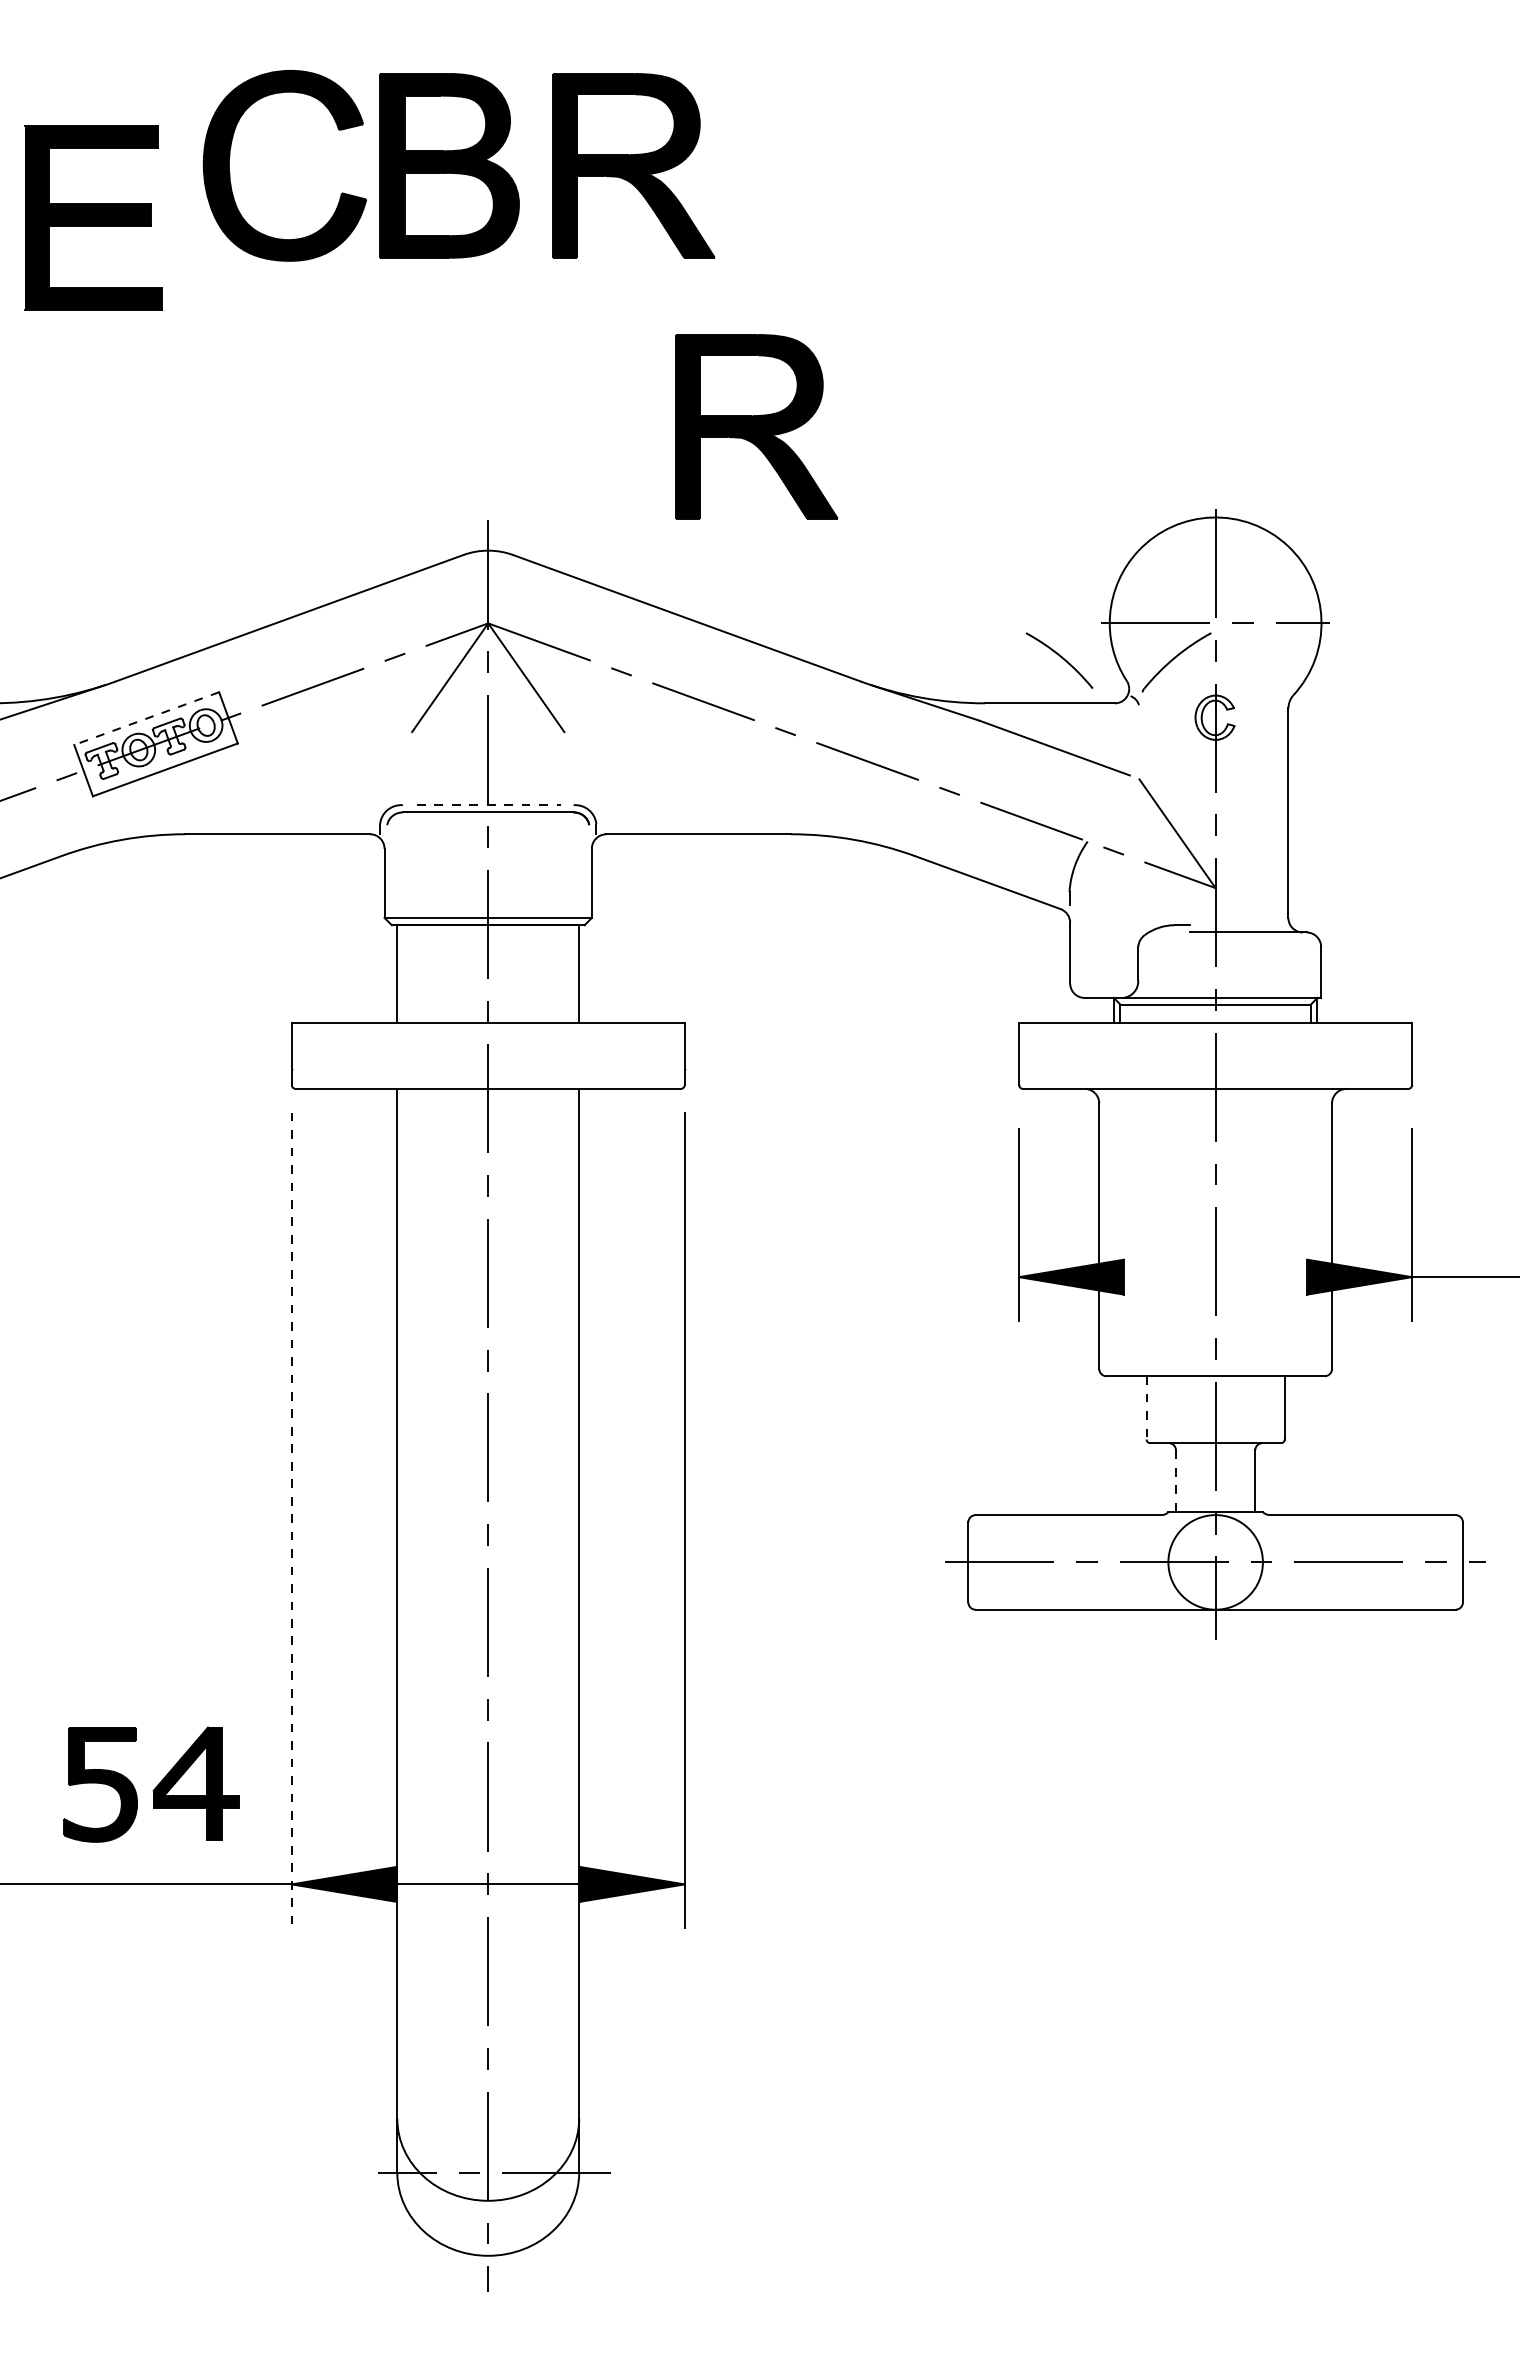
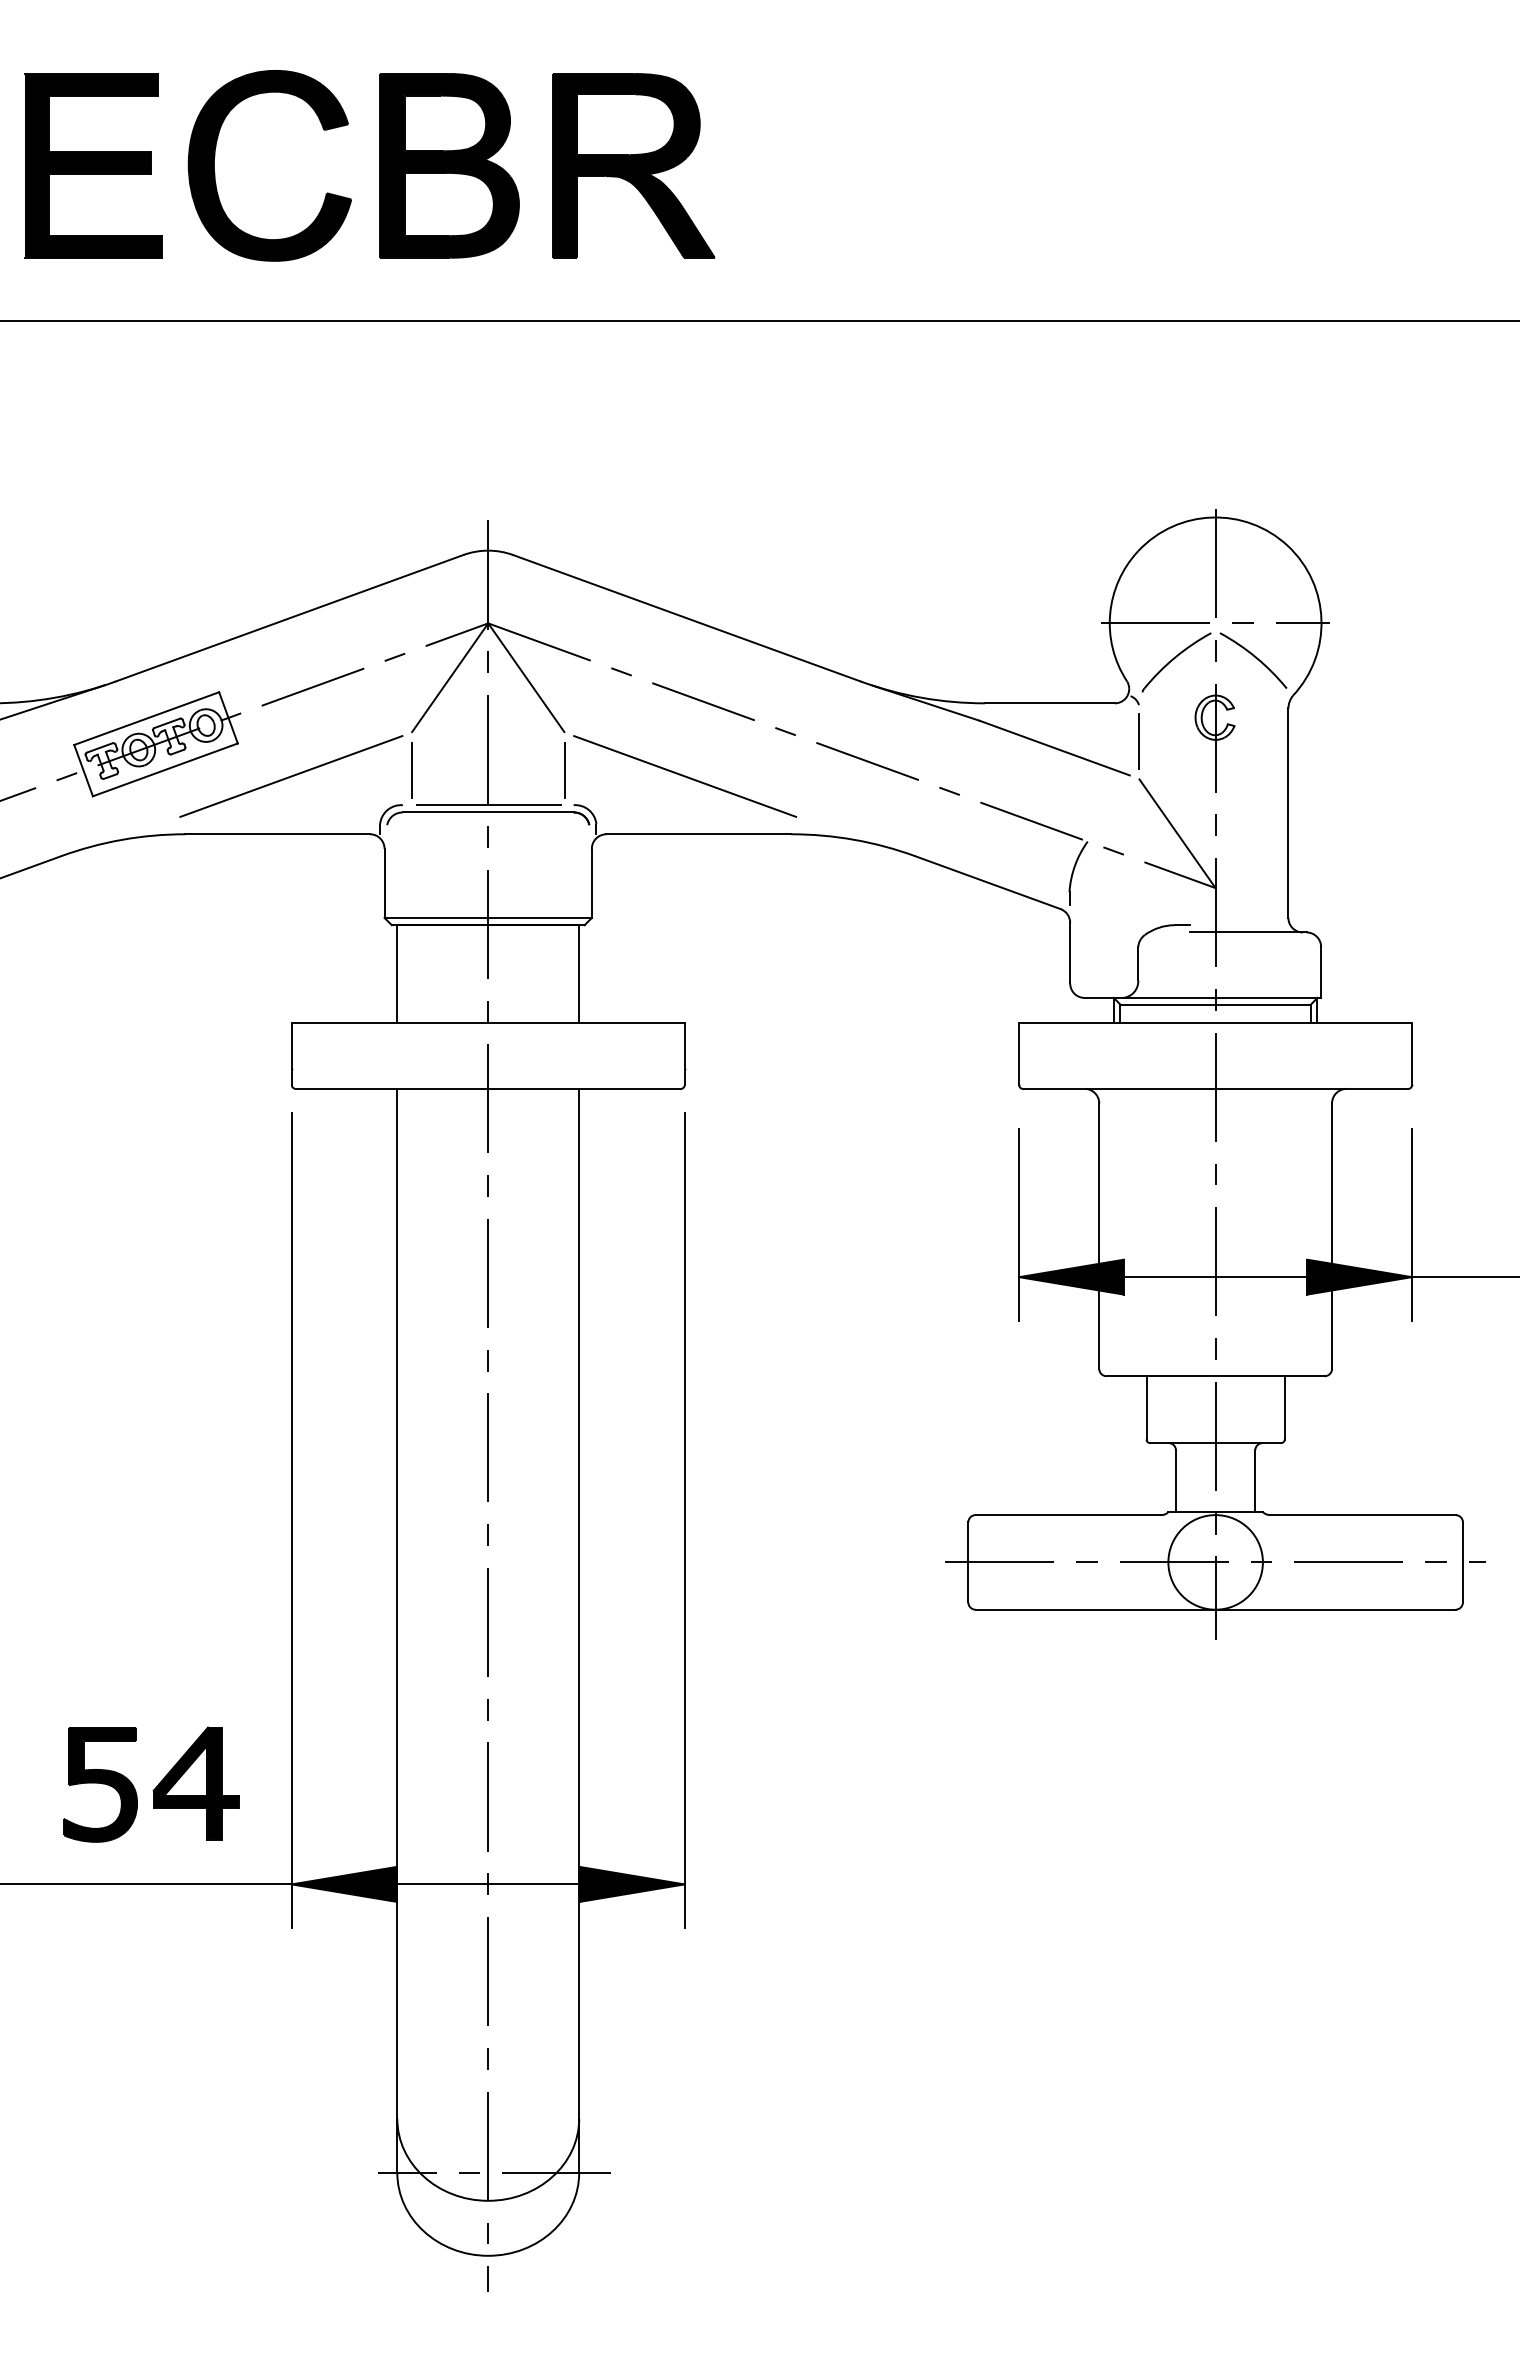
part at (230, 172) position: (230, 172) -> (215, 172)
part at (93, 217) position: (93, 217) -> (93, 165)
line at (759, 320): none -> present
part at (756, 426): present -> none
curve at (1061, 658) position: (1061, 658) -> (1255, 658)
line at (146, 718): dashed -> solid
line at (1139, 741): none -> present
line at (411, 769): none -> present
line at (564, 769): none -> present
line at (291, 776): none -> present
line at (685, 776): none -> present
line at (489, 805): dashed -> solid
line at (1215, 1277): none -> present
line at (1146, 1407): dashed -> solid
line at (1175, 1481): dashed -> solid
line at (291, 1520): dashed -> solid
